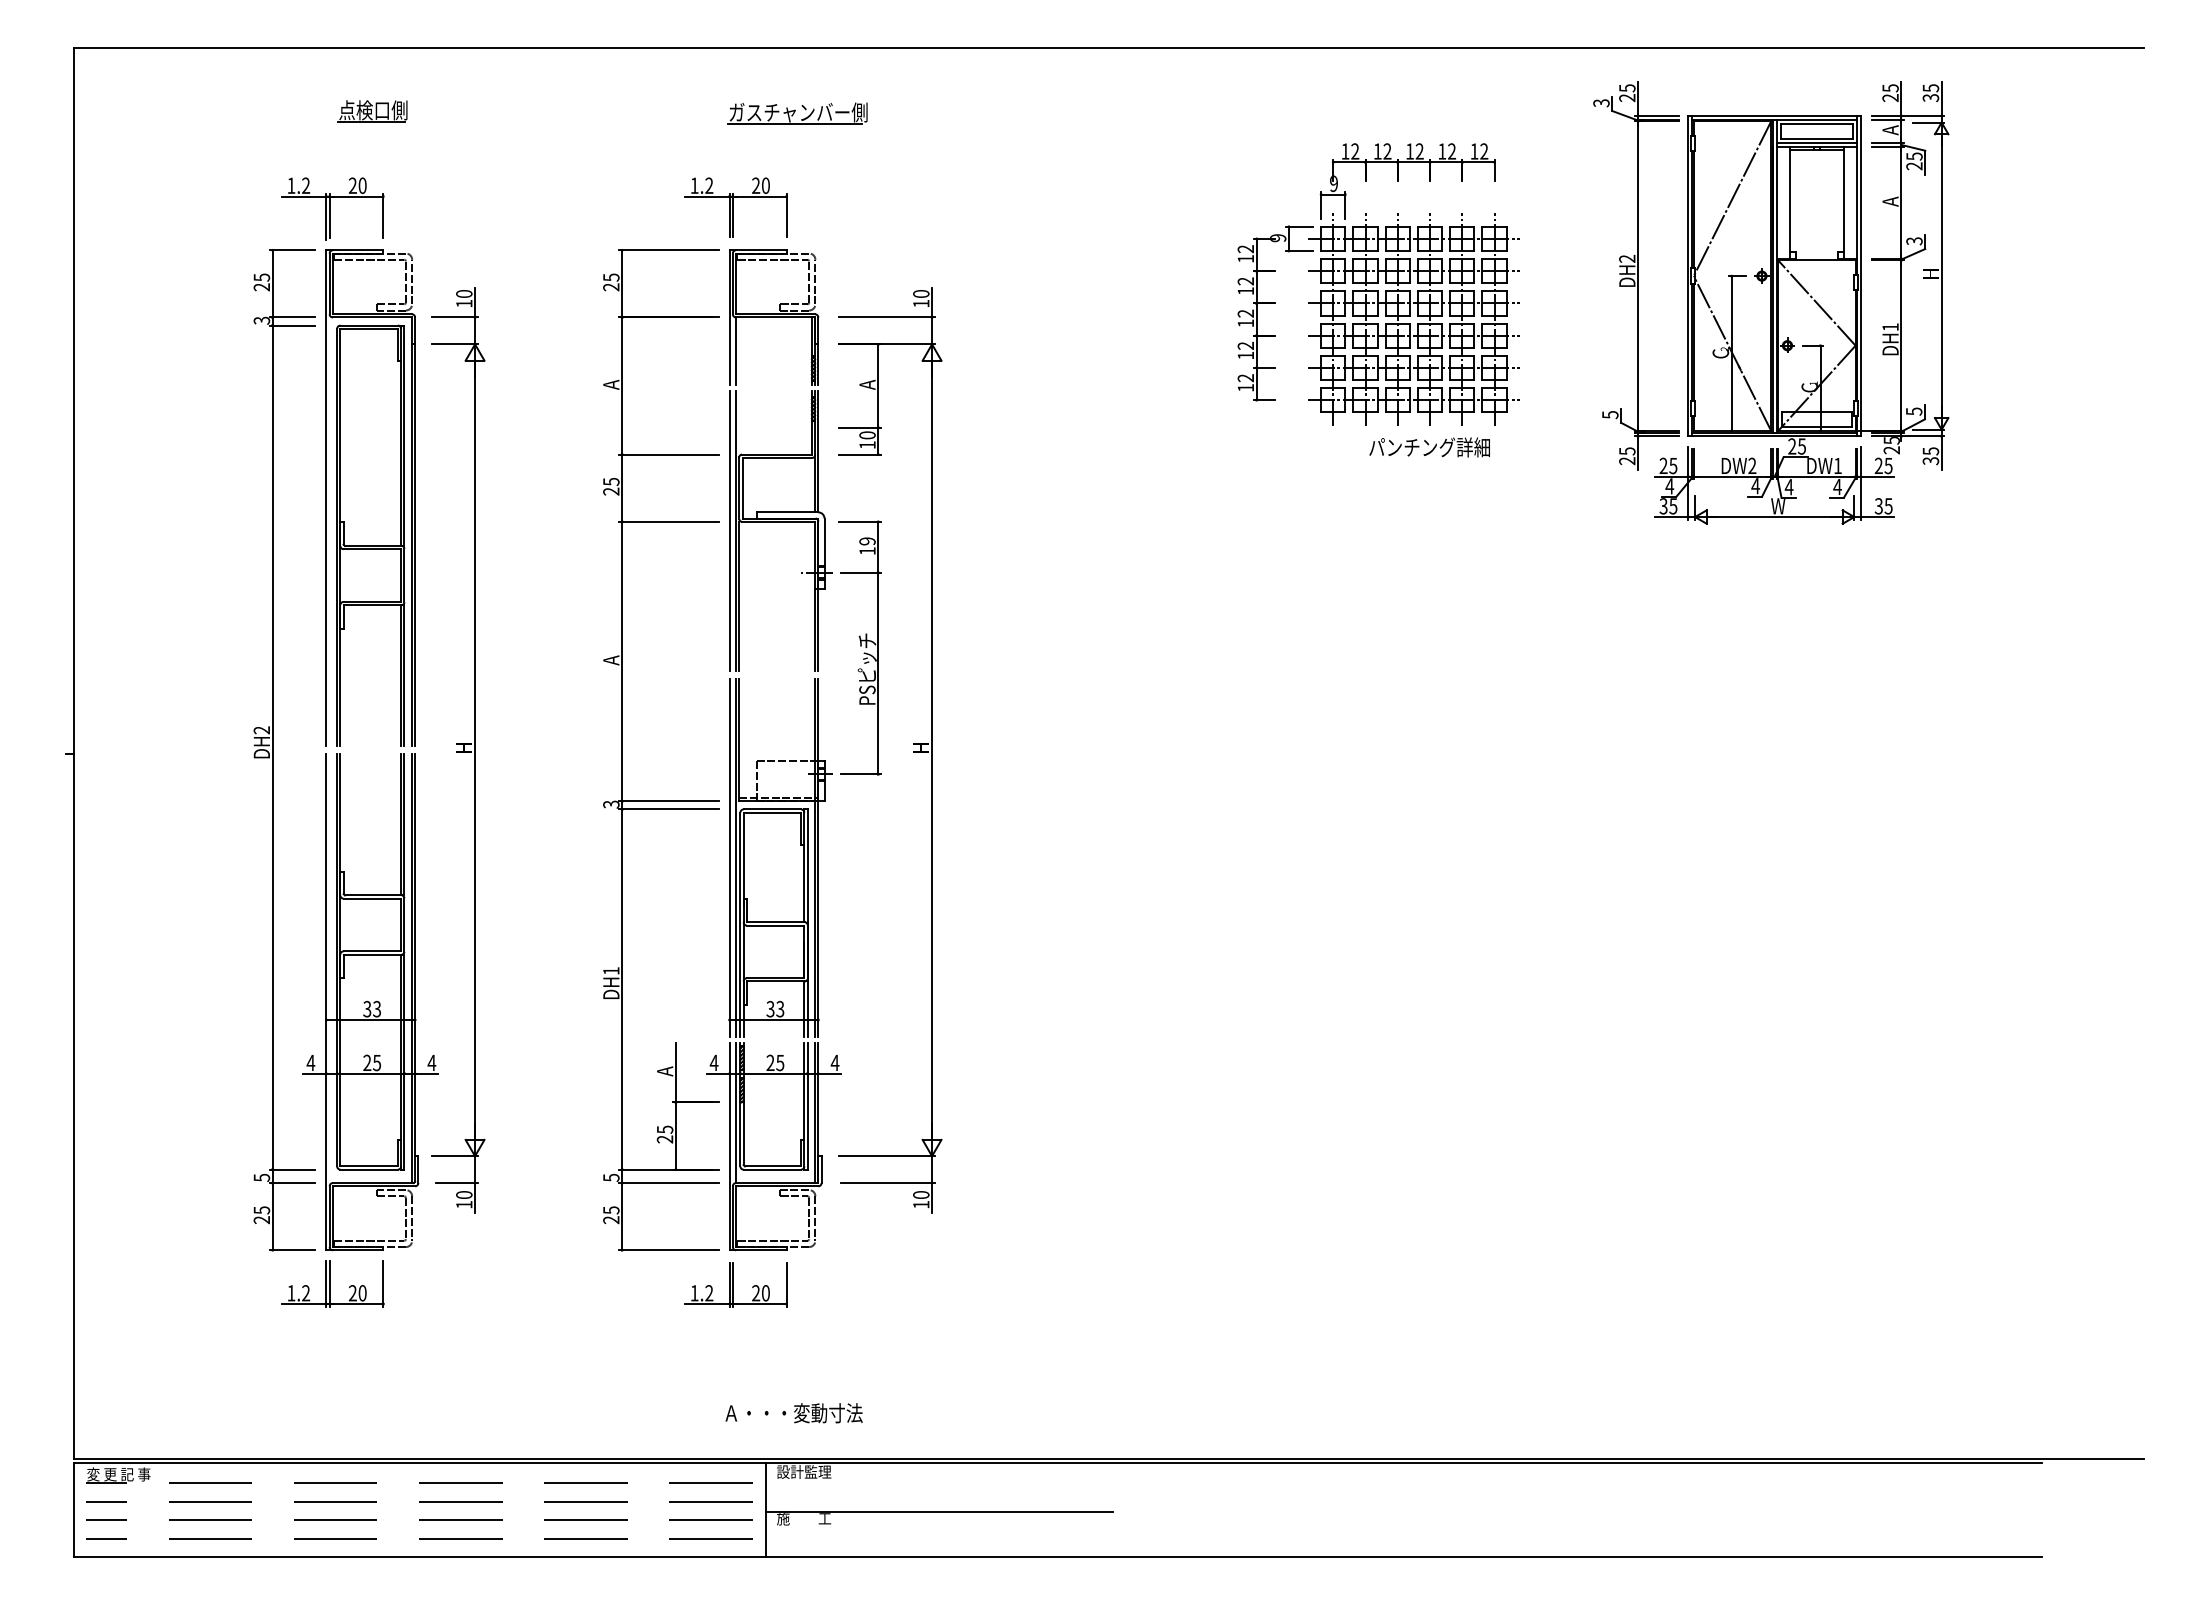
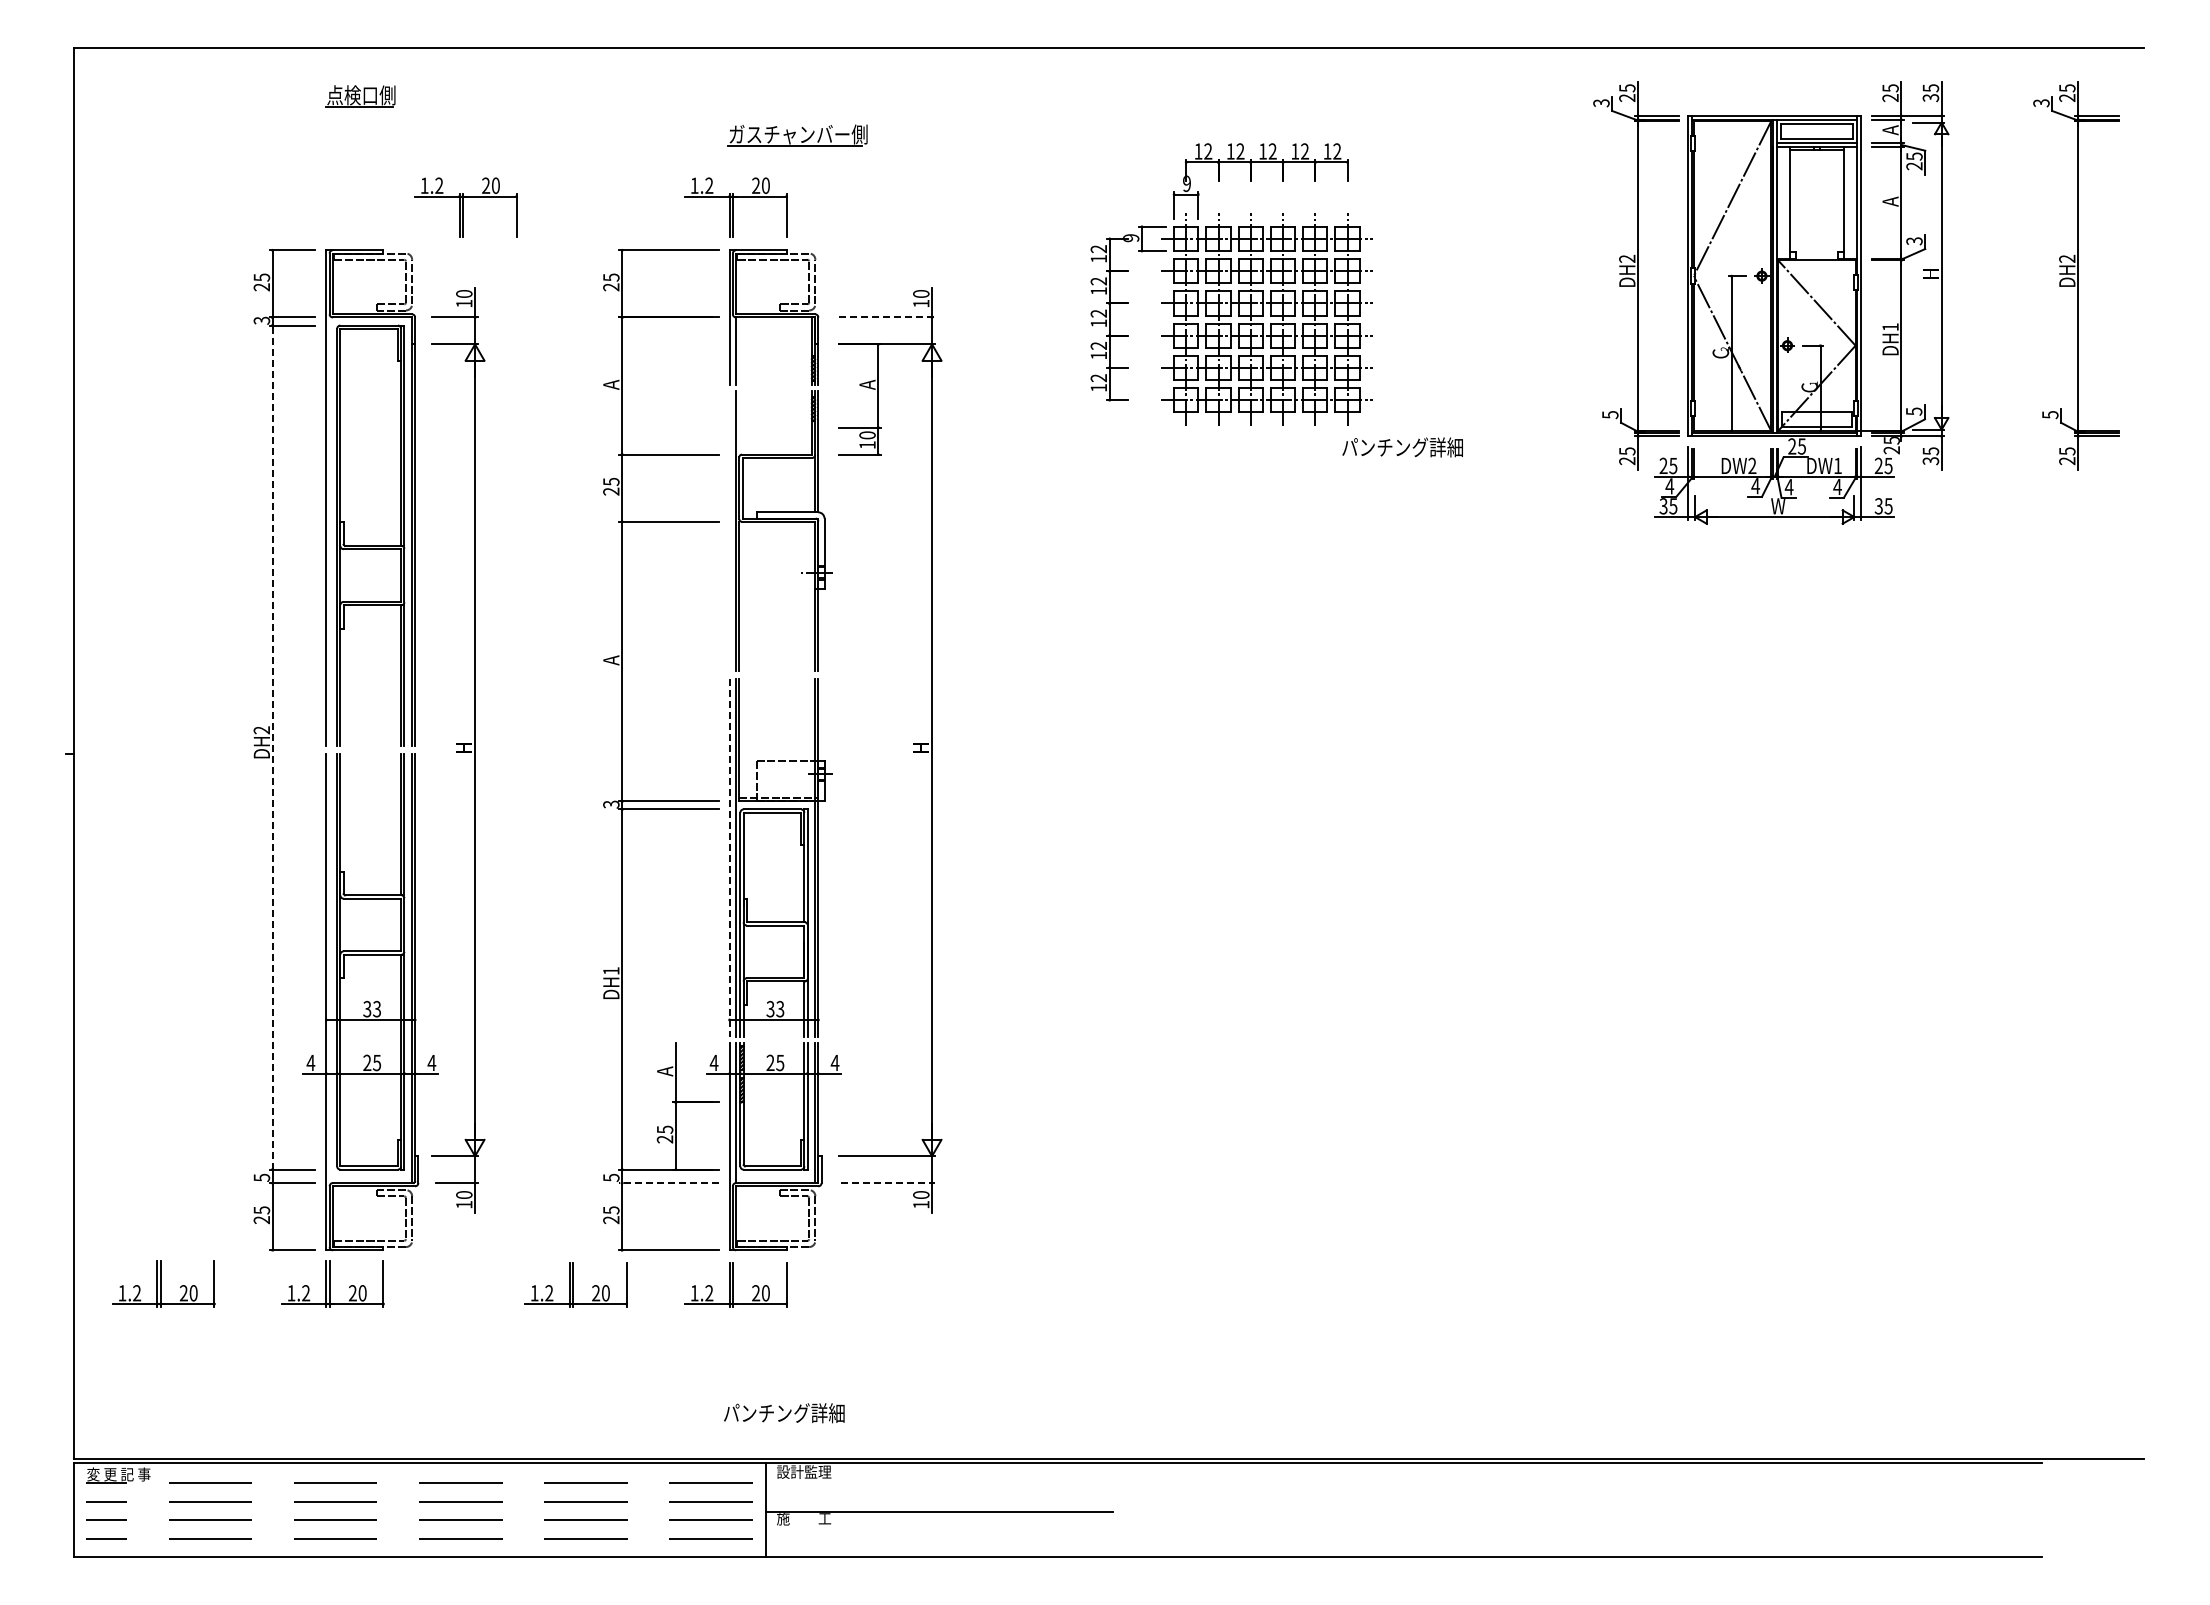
part at (372, 111) position: (372, 111) -> (360, 96)
part at (797, 113) position: (797, 113) -> (797, 135)
part at (465, 207): none -> present
part at (332, 208): present -> none
part at (2076, 275): none -> present
part at (1378, 284) position: (1378, 284) -> (1231, 284)
line at (887, 317): solid -> dashed
text at (1429, 447) position: (1429, 447) -> (1402, 447)
line at (729, 530): present -> none
part at (859, 647): present -> none
line at (272, 747): solid -> dashed
line at (729, 857): solid -> dashed
line at (669, 1183): solid -> dashed
line at (887, 1183): solid -> dashed
part at (163, 1283): none -> present
part at (575, 1284): none -> present
text at (793, 1413): Ａ・・・変動寸法 -> パンチング詳細
